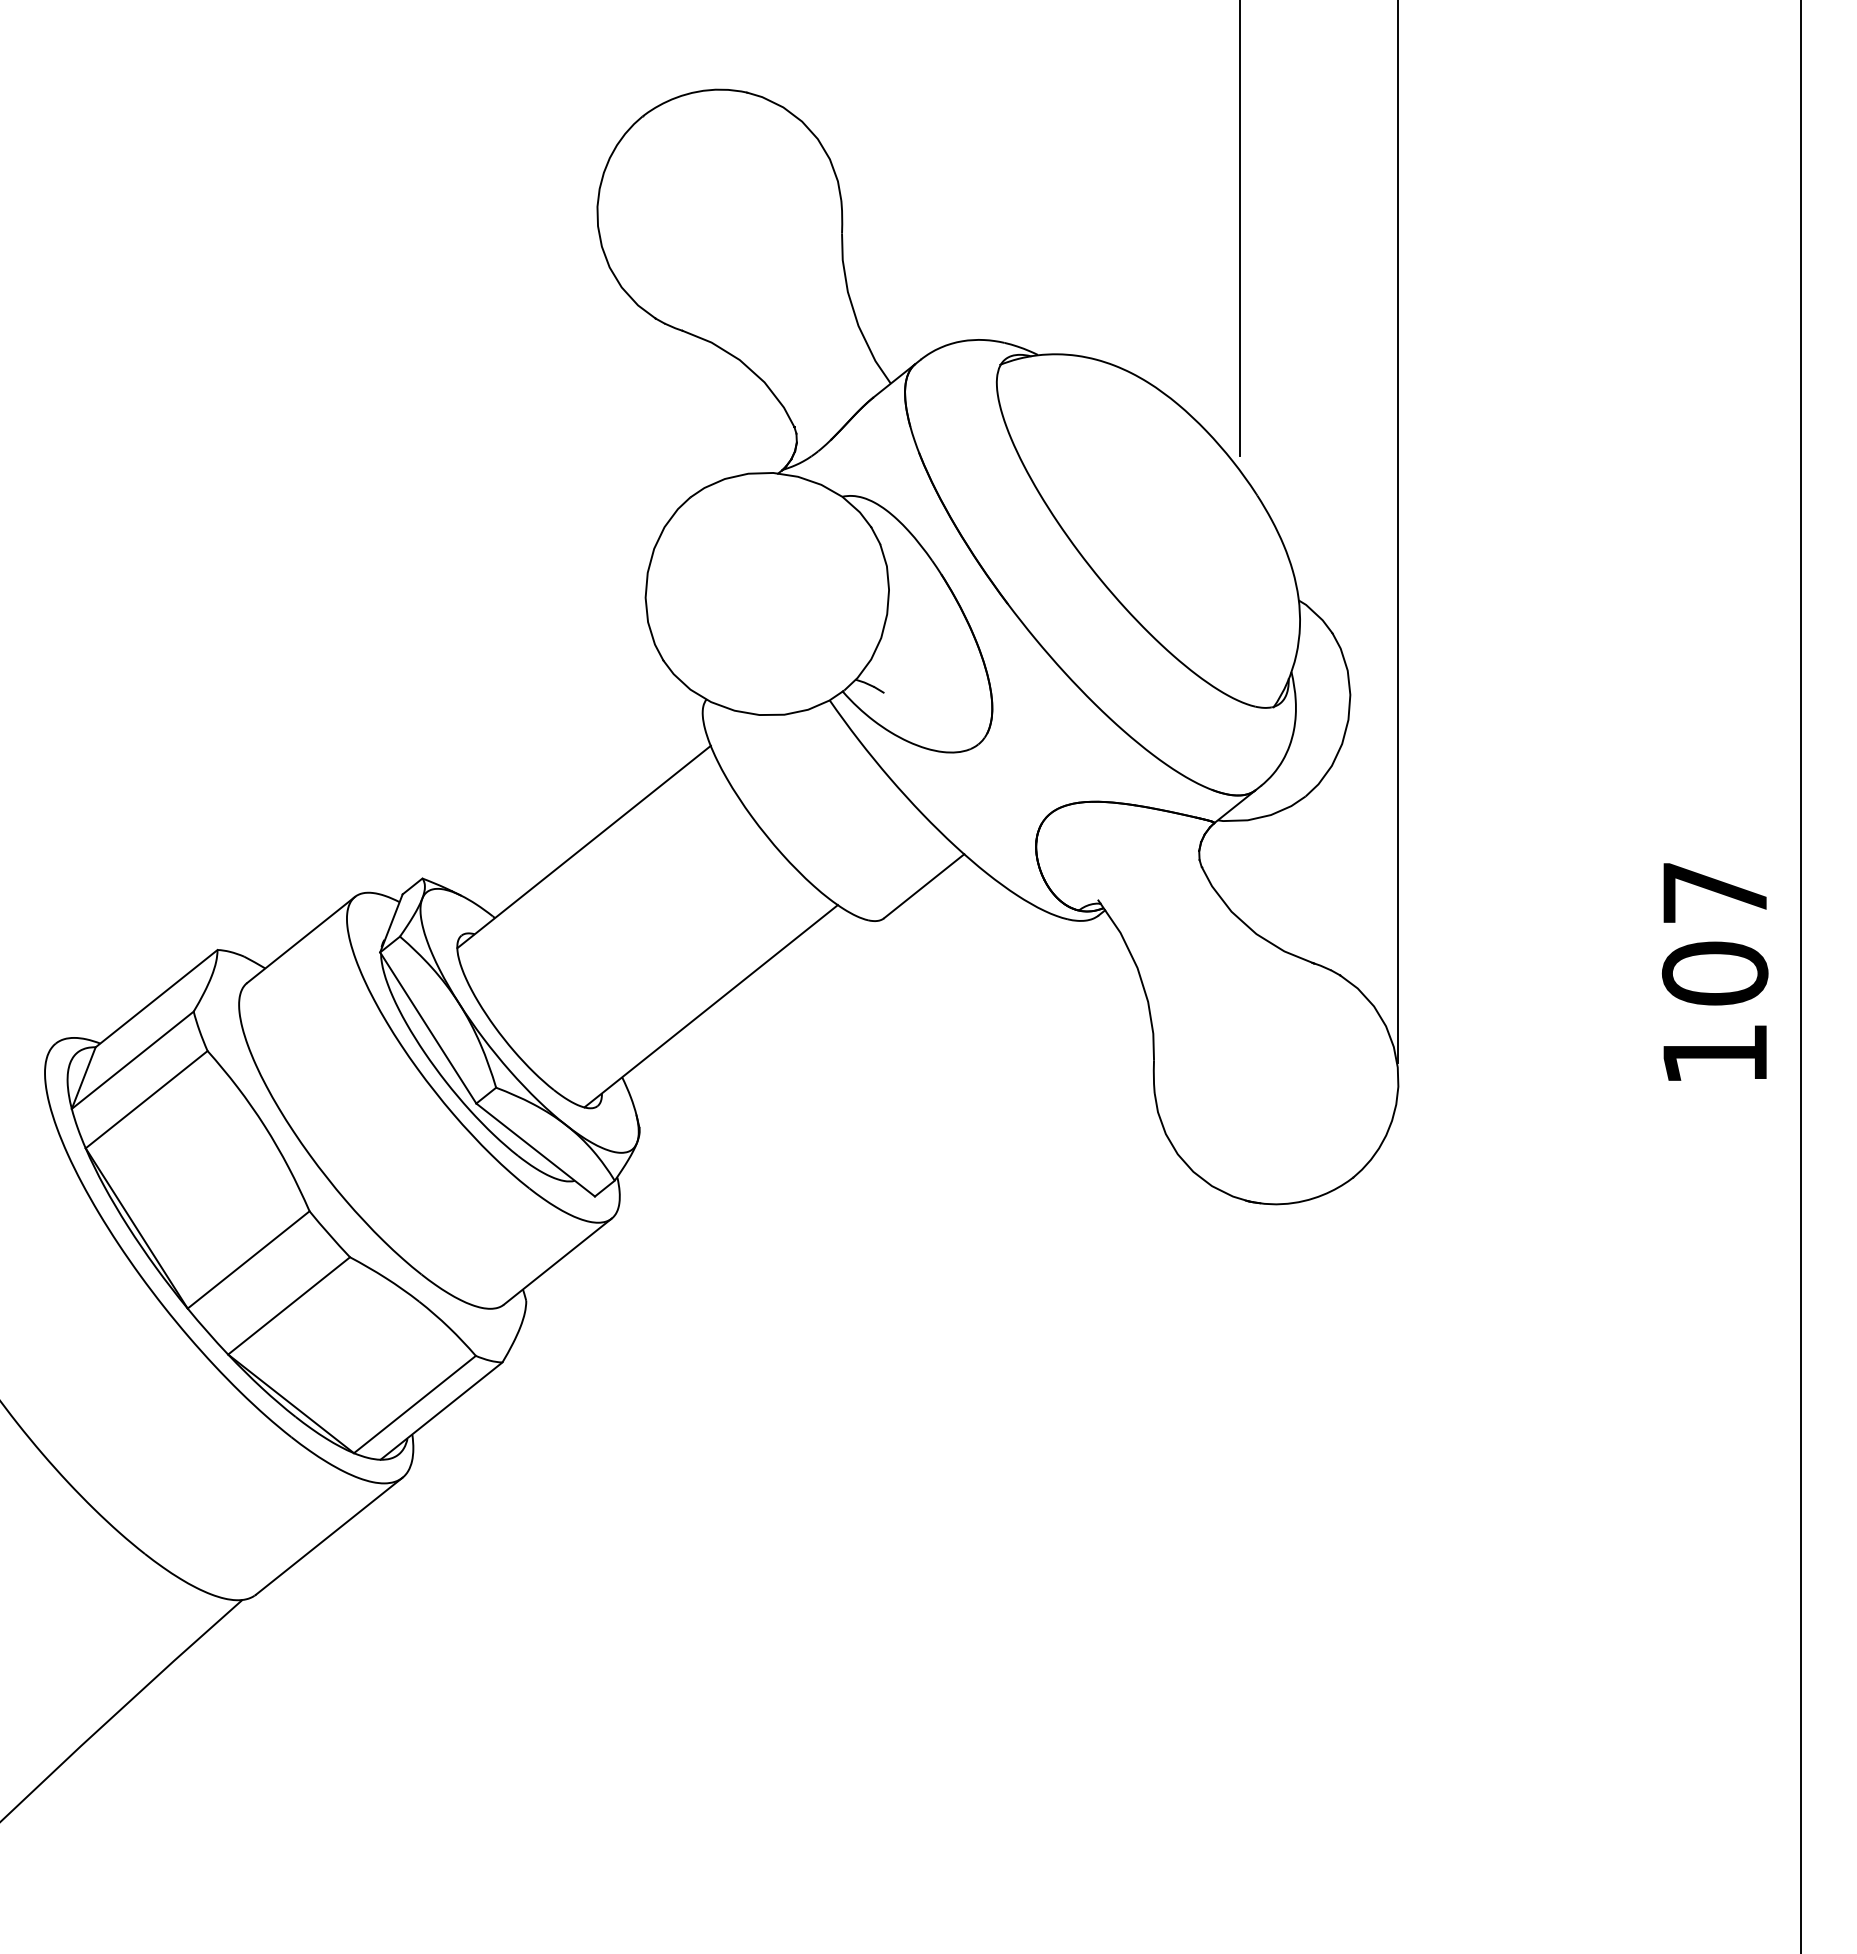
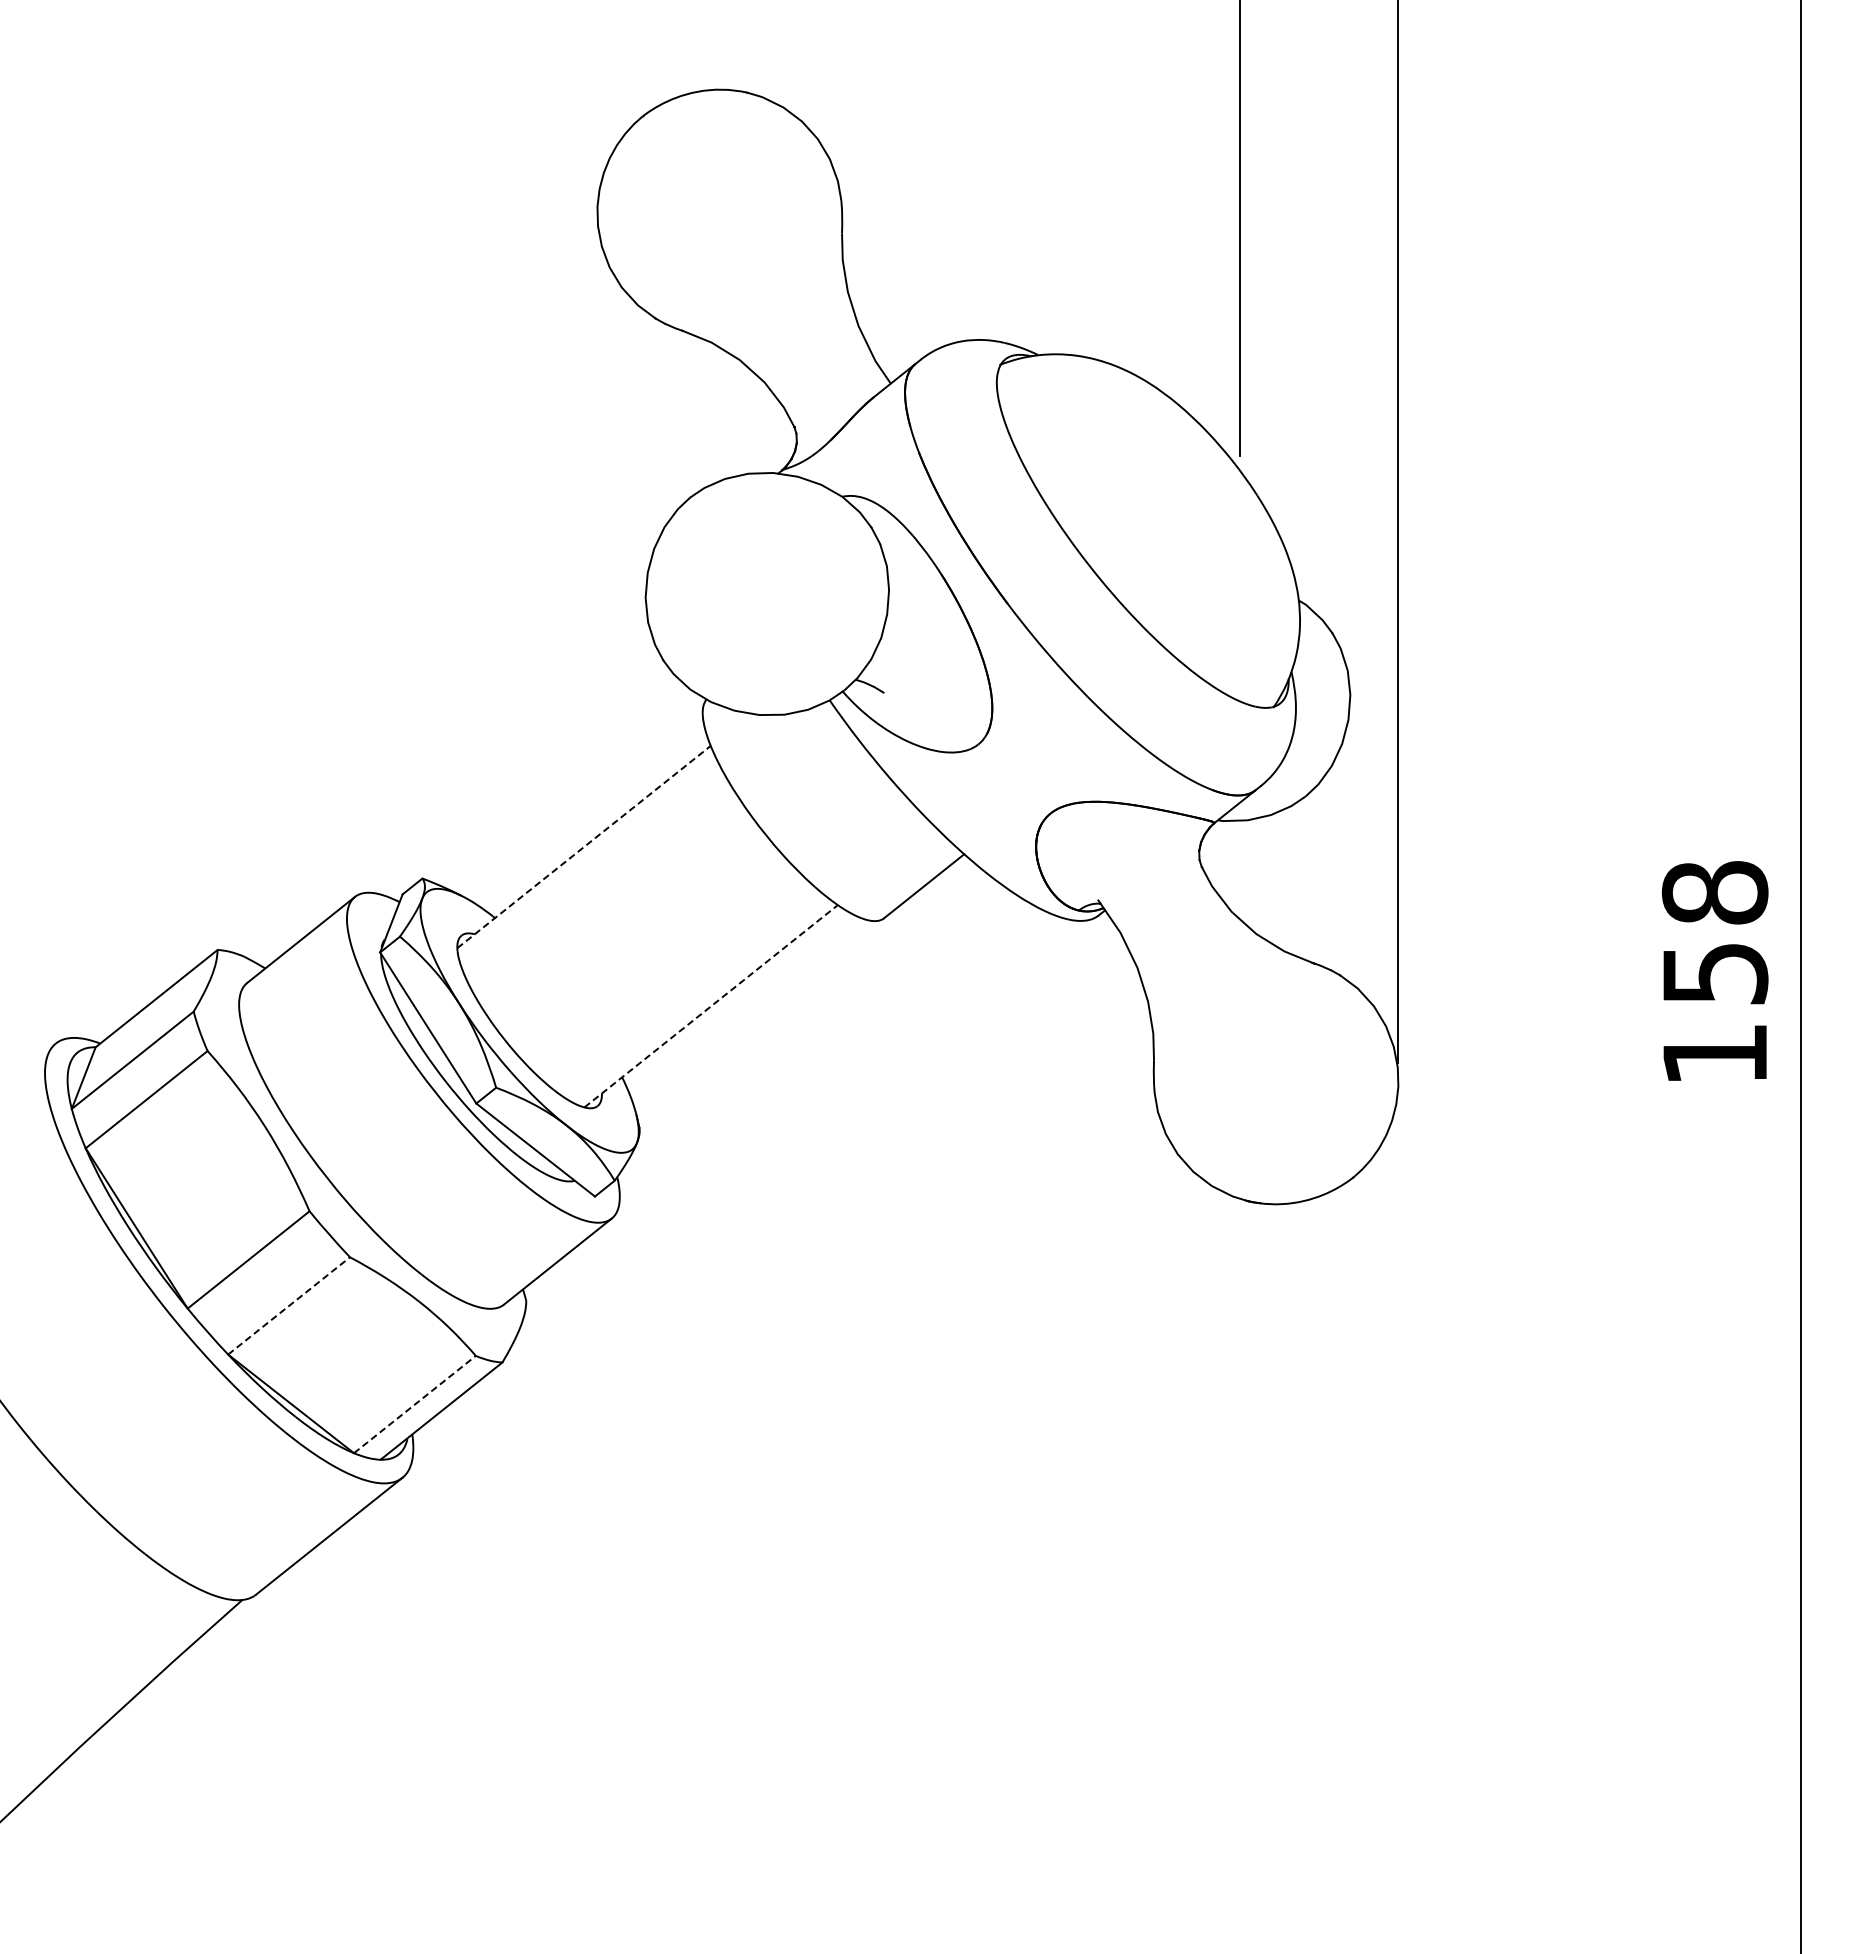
line at (584, 846): solid -> dashed
text at (1714, 933): 107 -> 158
line at (711, 1005): solid -> dashed
line at (289, 1305): solid -> dashed
line at (414, 1404): solid -> dashed
